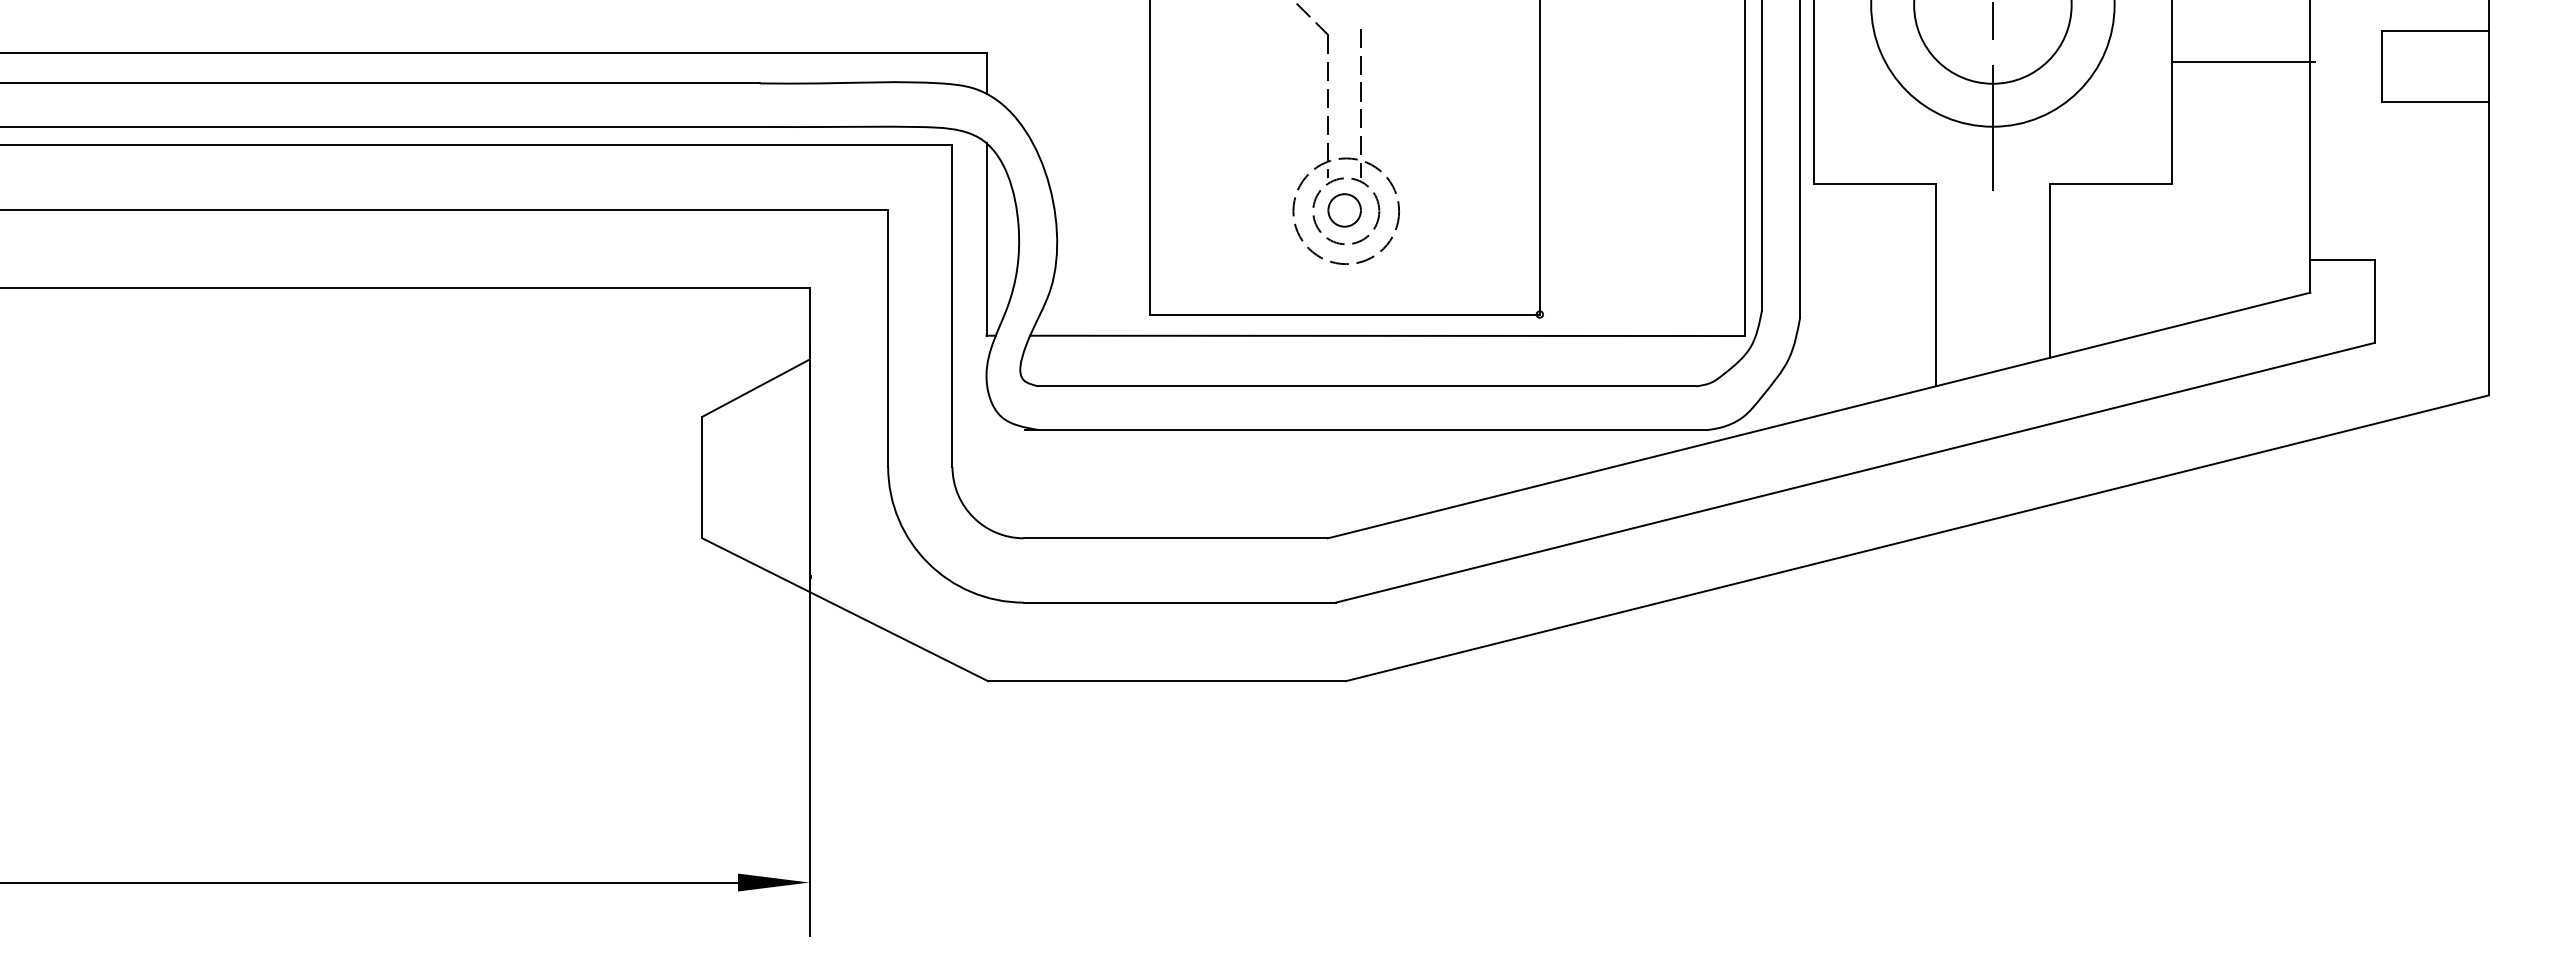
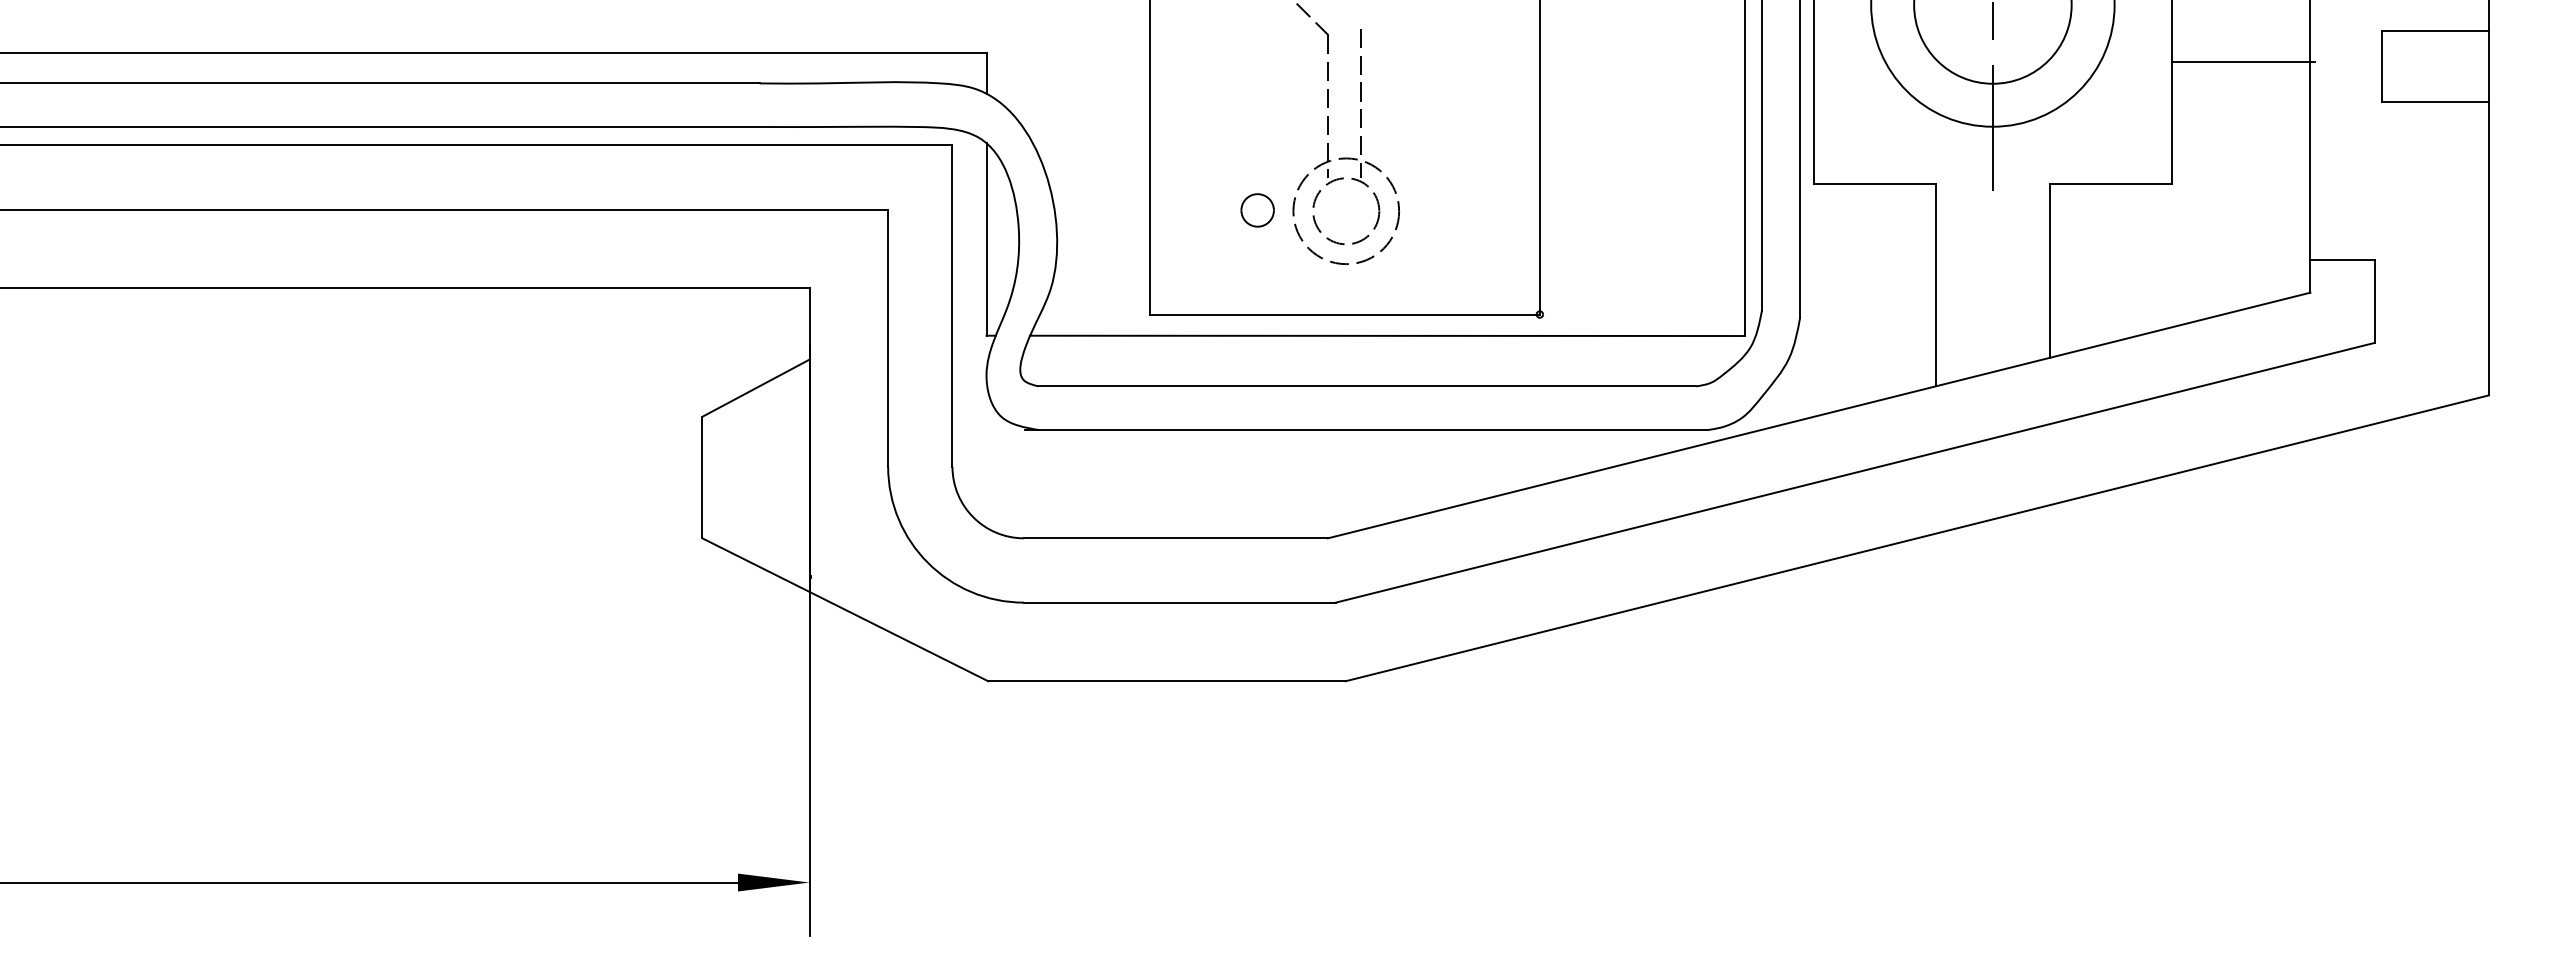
part at (1344, 210) position: (1344, 210) -> (1257, 210)
